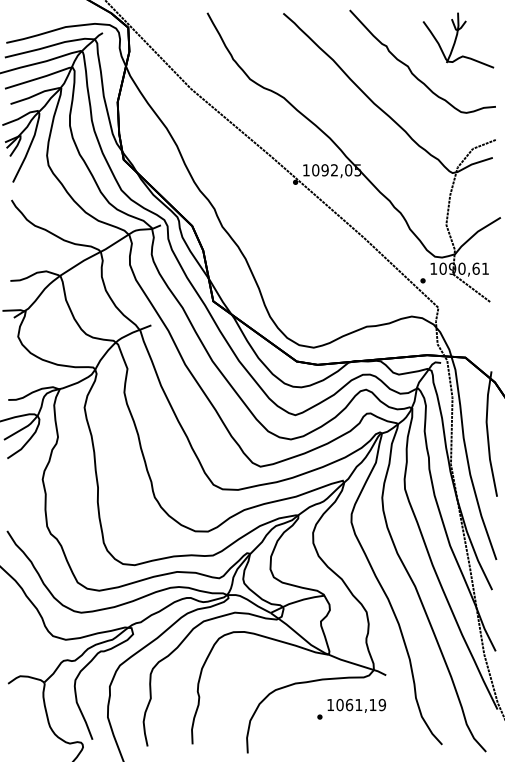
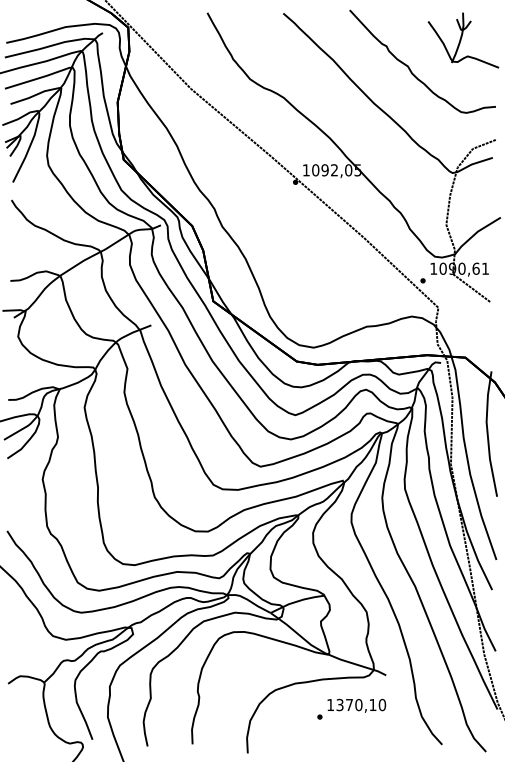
part at (458, 40) position: (458, 40) -> (463, 40)
text at (360, 704): 1061,19 -> 1370,10
